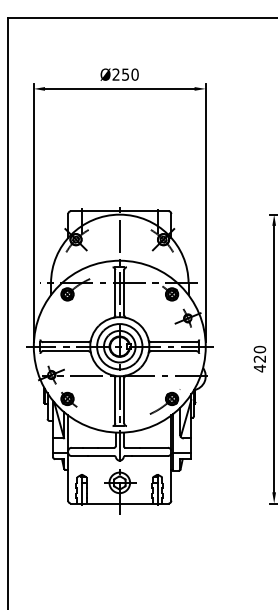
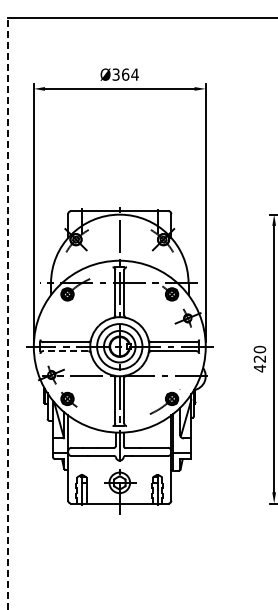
text at (125, 74): Ø250 -> Ø364
line at (8, 313): solid -> dashed
line at (65, 351): solid -> dashed
